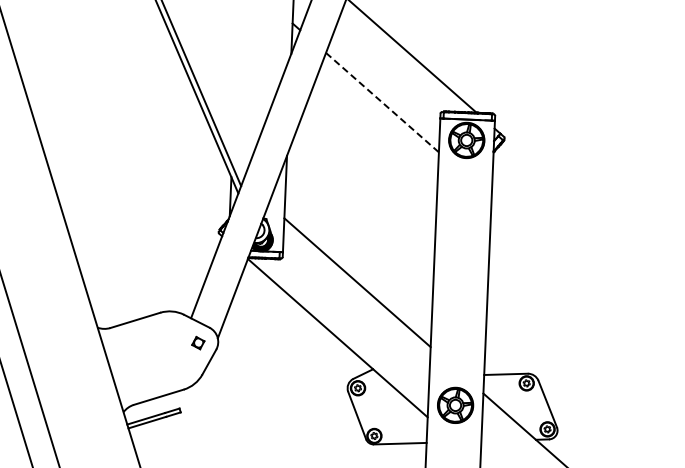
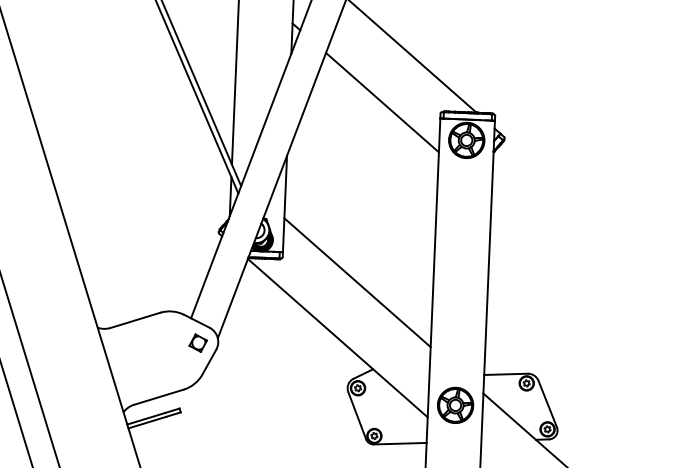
line at (234, 83): none -> present
line at (382, 102): dashed -> solid
part at (198, 342) size: 15x16 px -> 21x20 px
